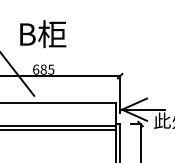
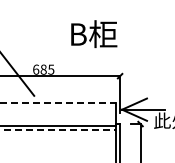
text at (43, 33) position: (43, 33) -> (94, 33)
line at (58, 102): solid -> dashed
line at (58, 130): solid -> dashed
